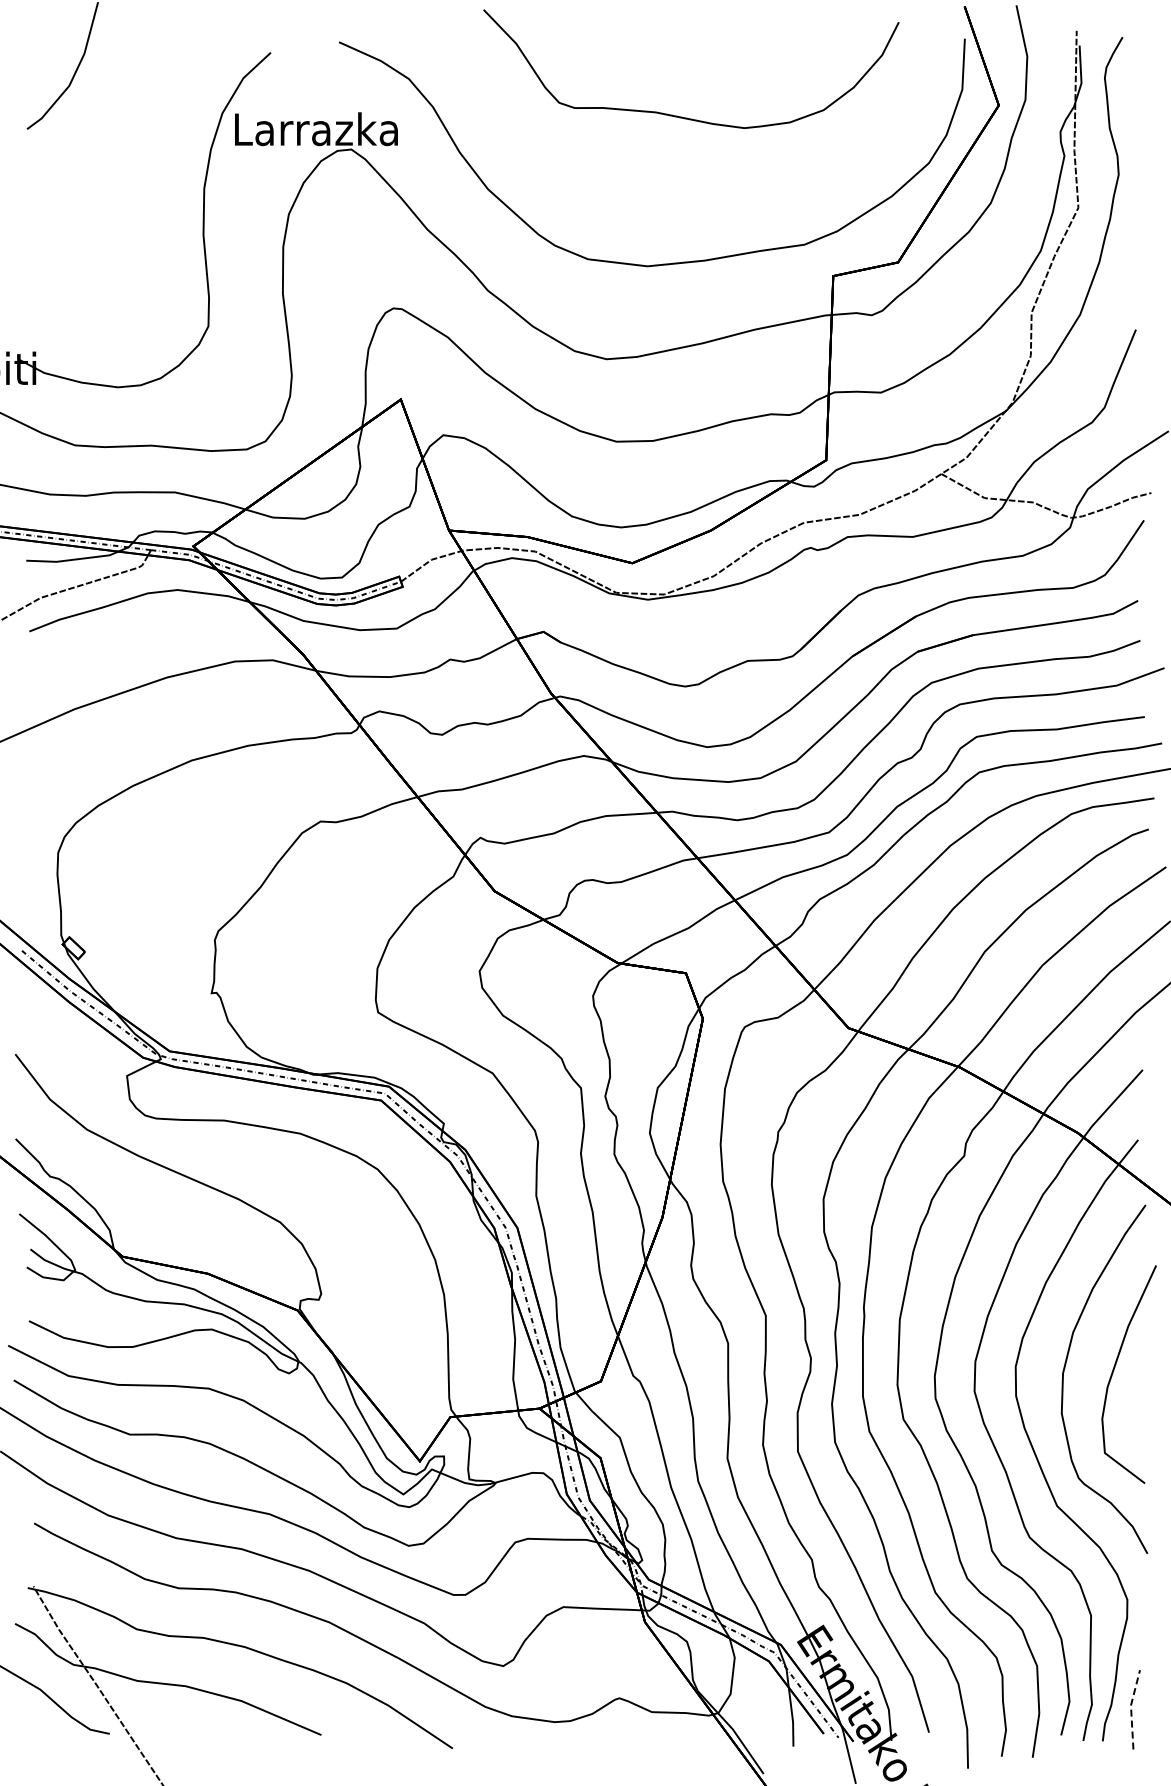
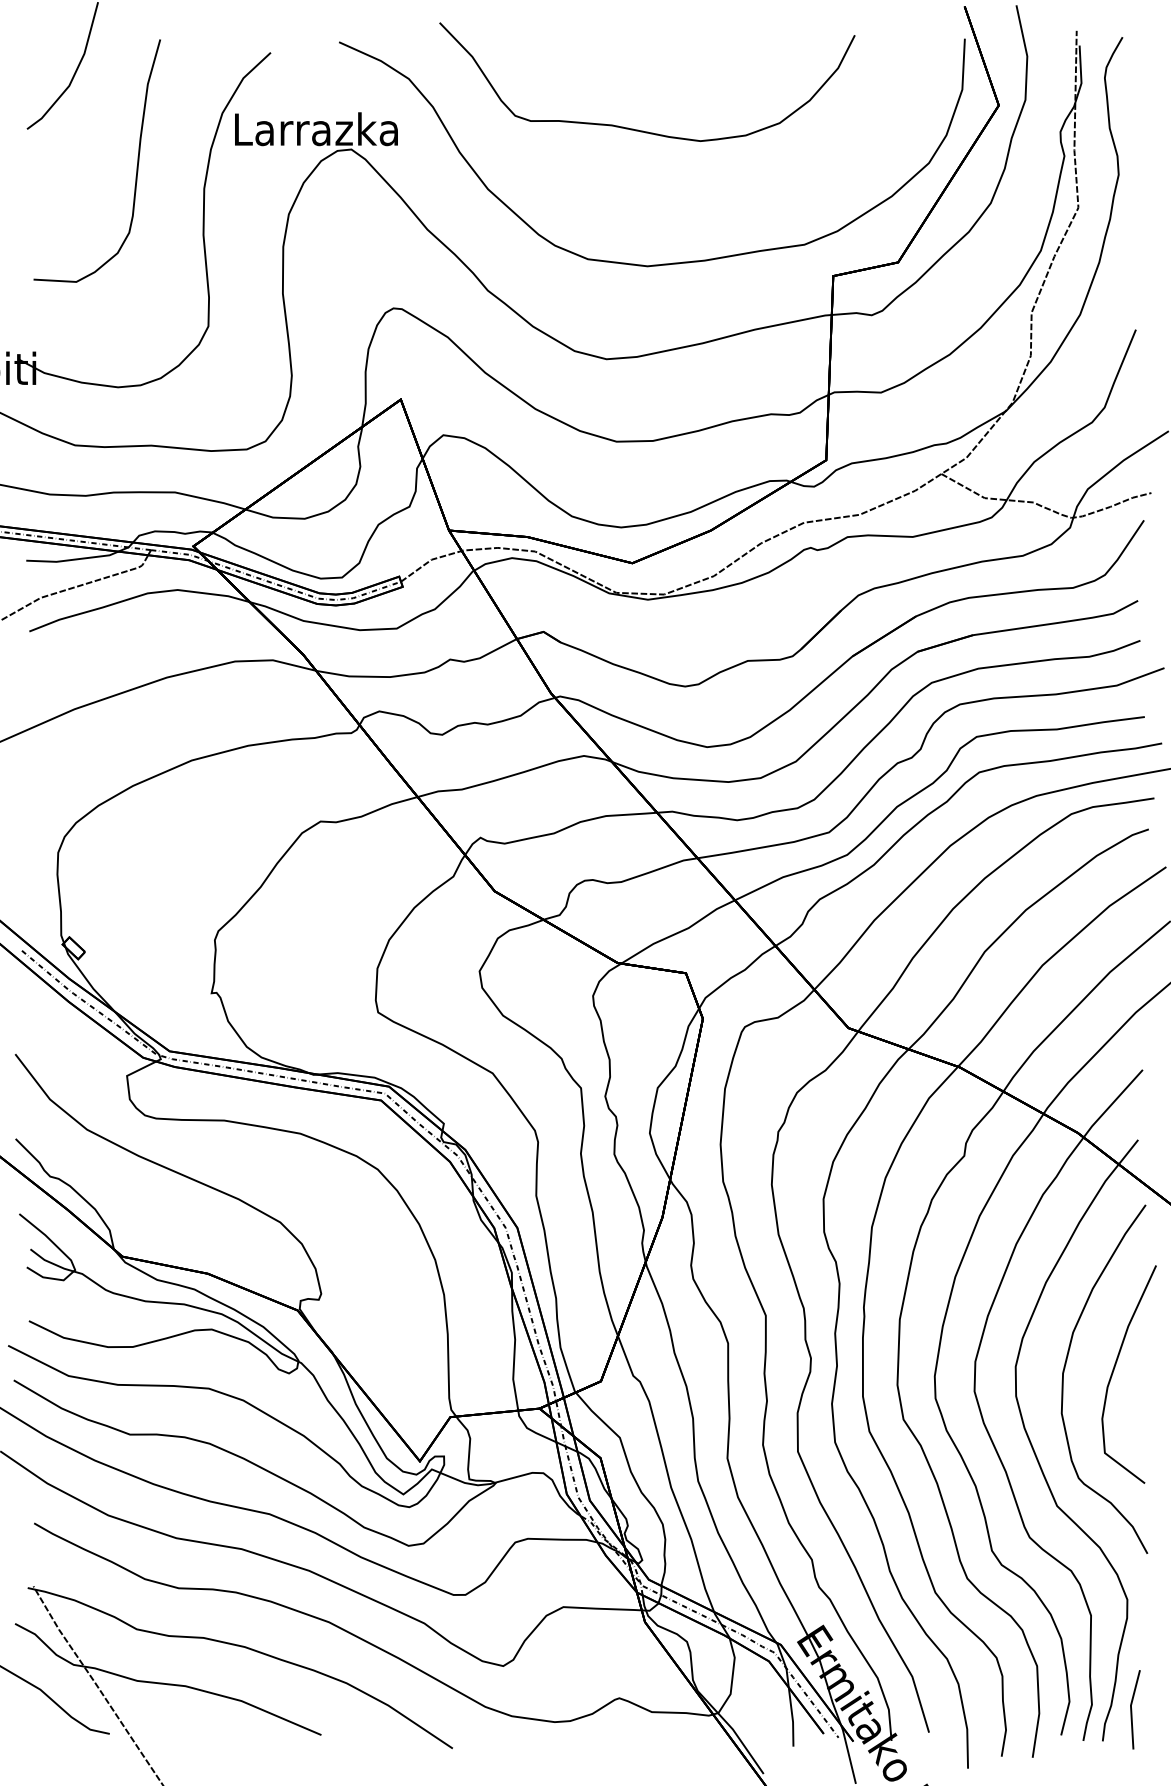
curve at (682, 116) position: (682, 116) -> (638, 129)
curve at (136, 166): none -> present
line at (1131, 1708): dashed -> solid
